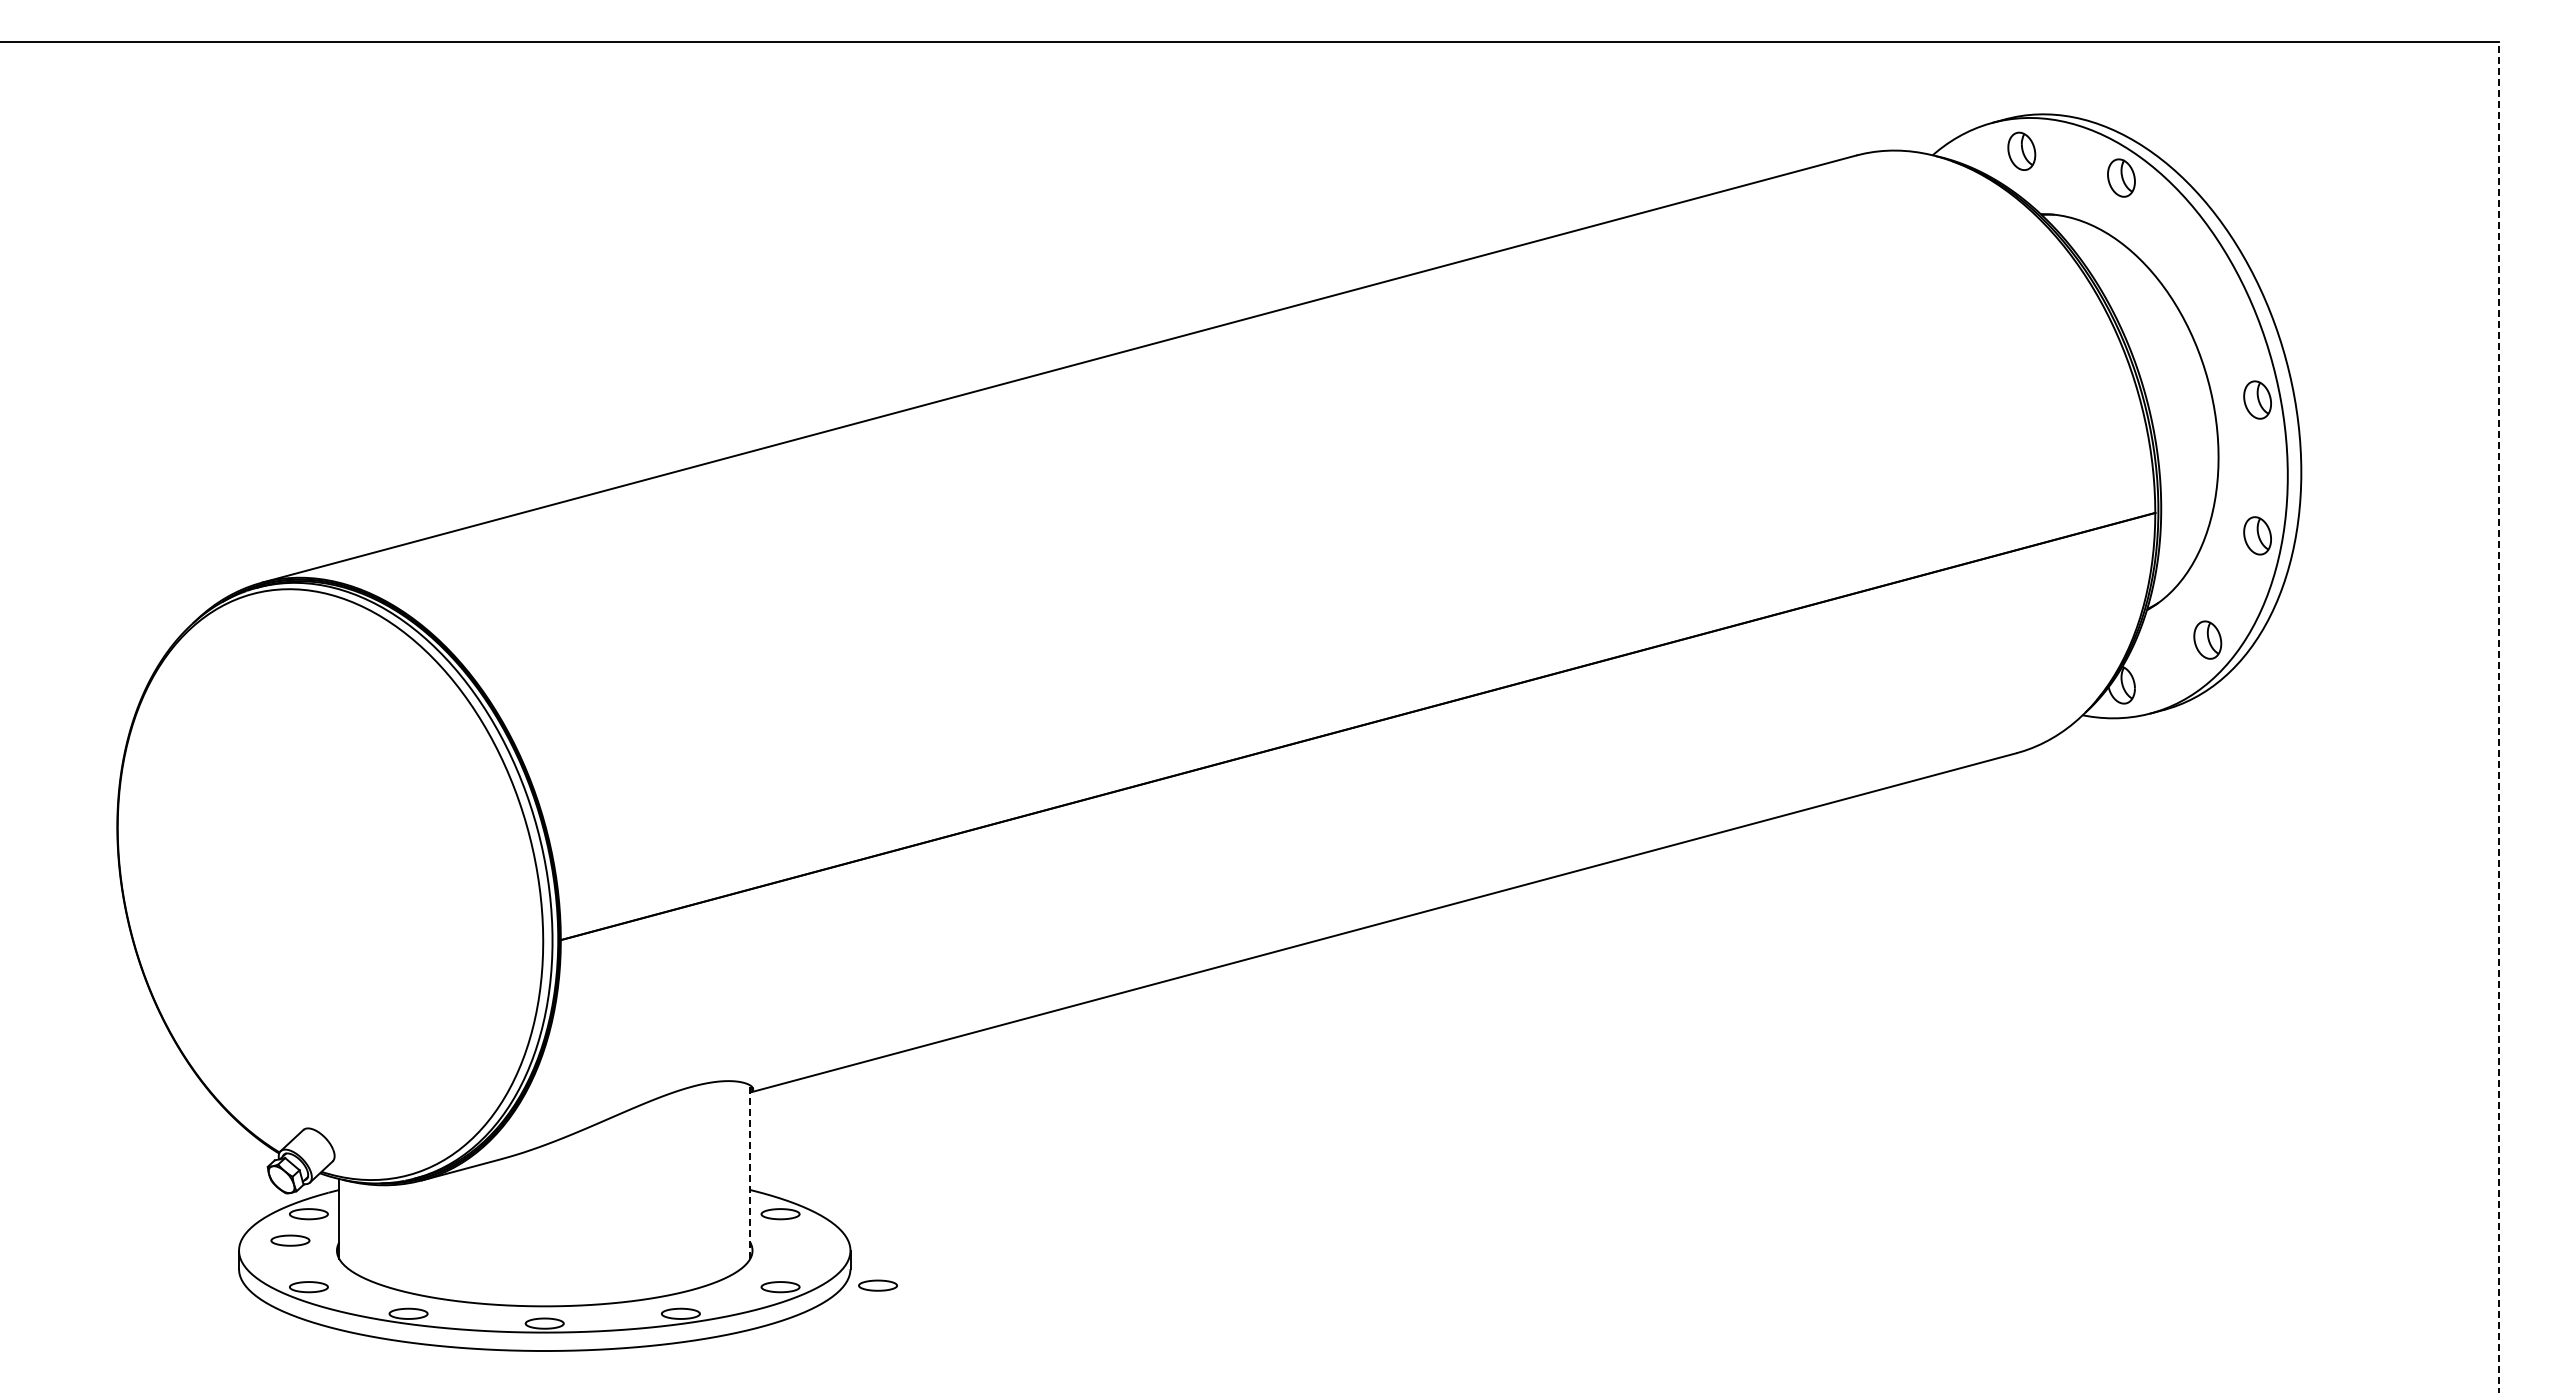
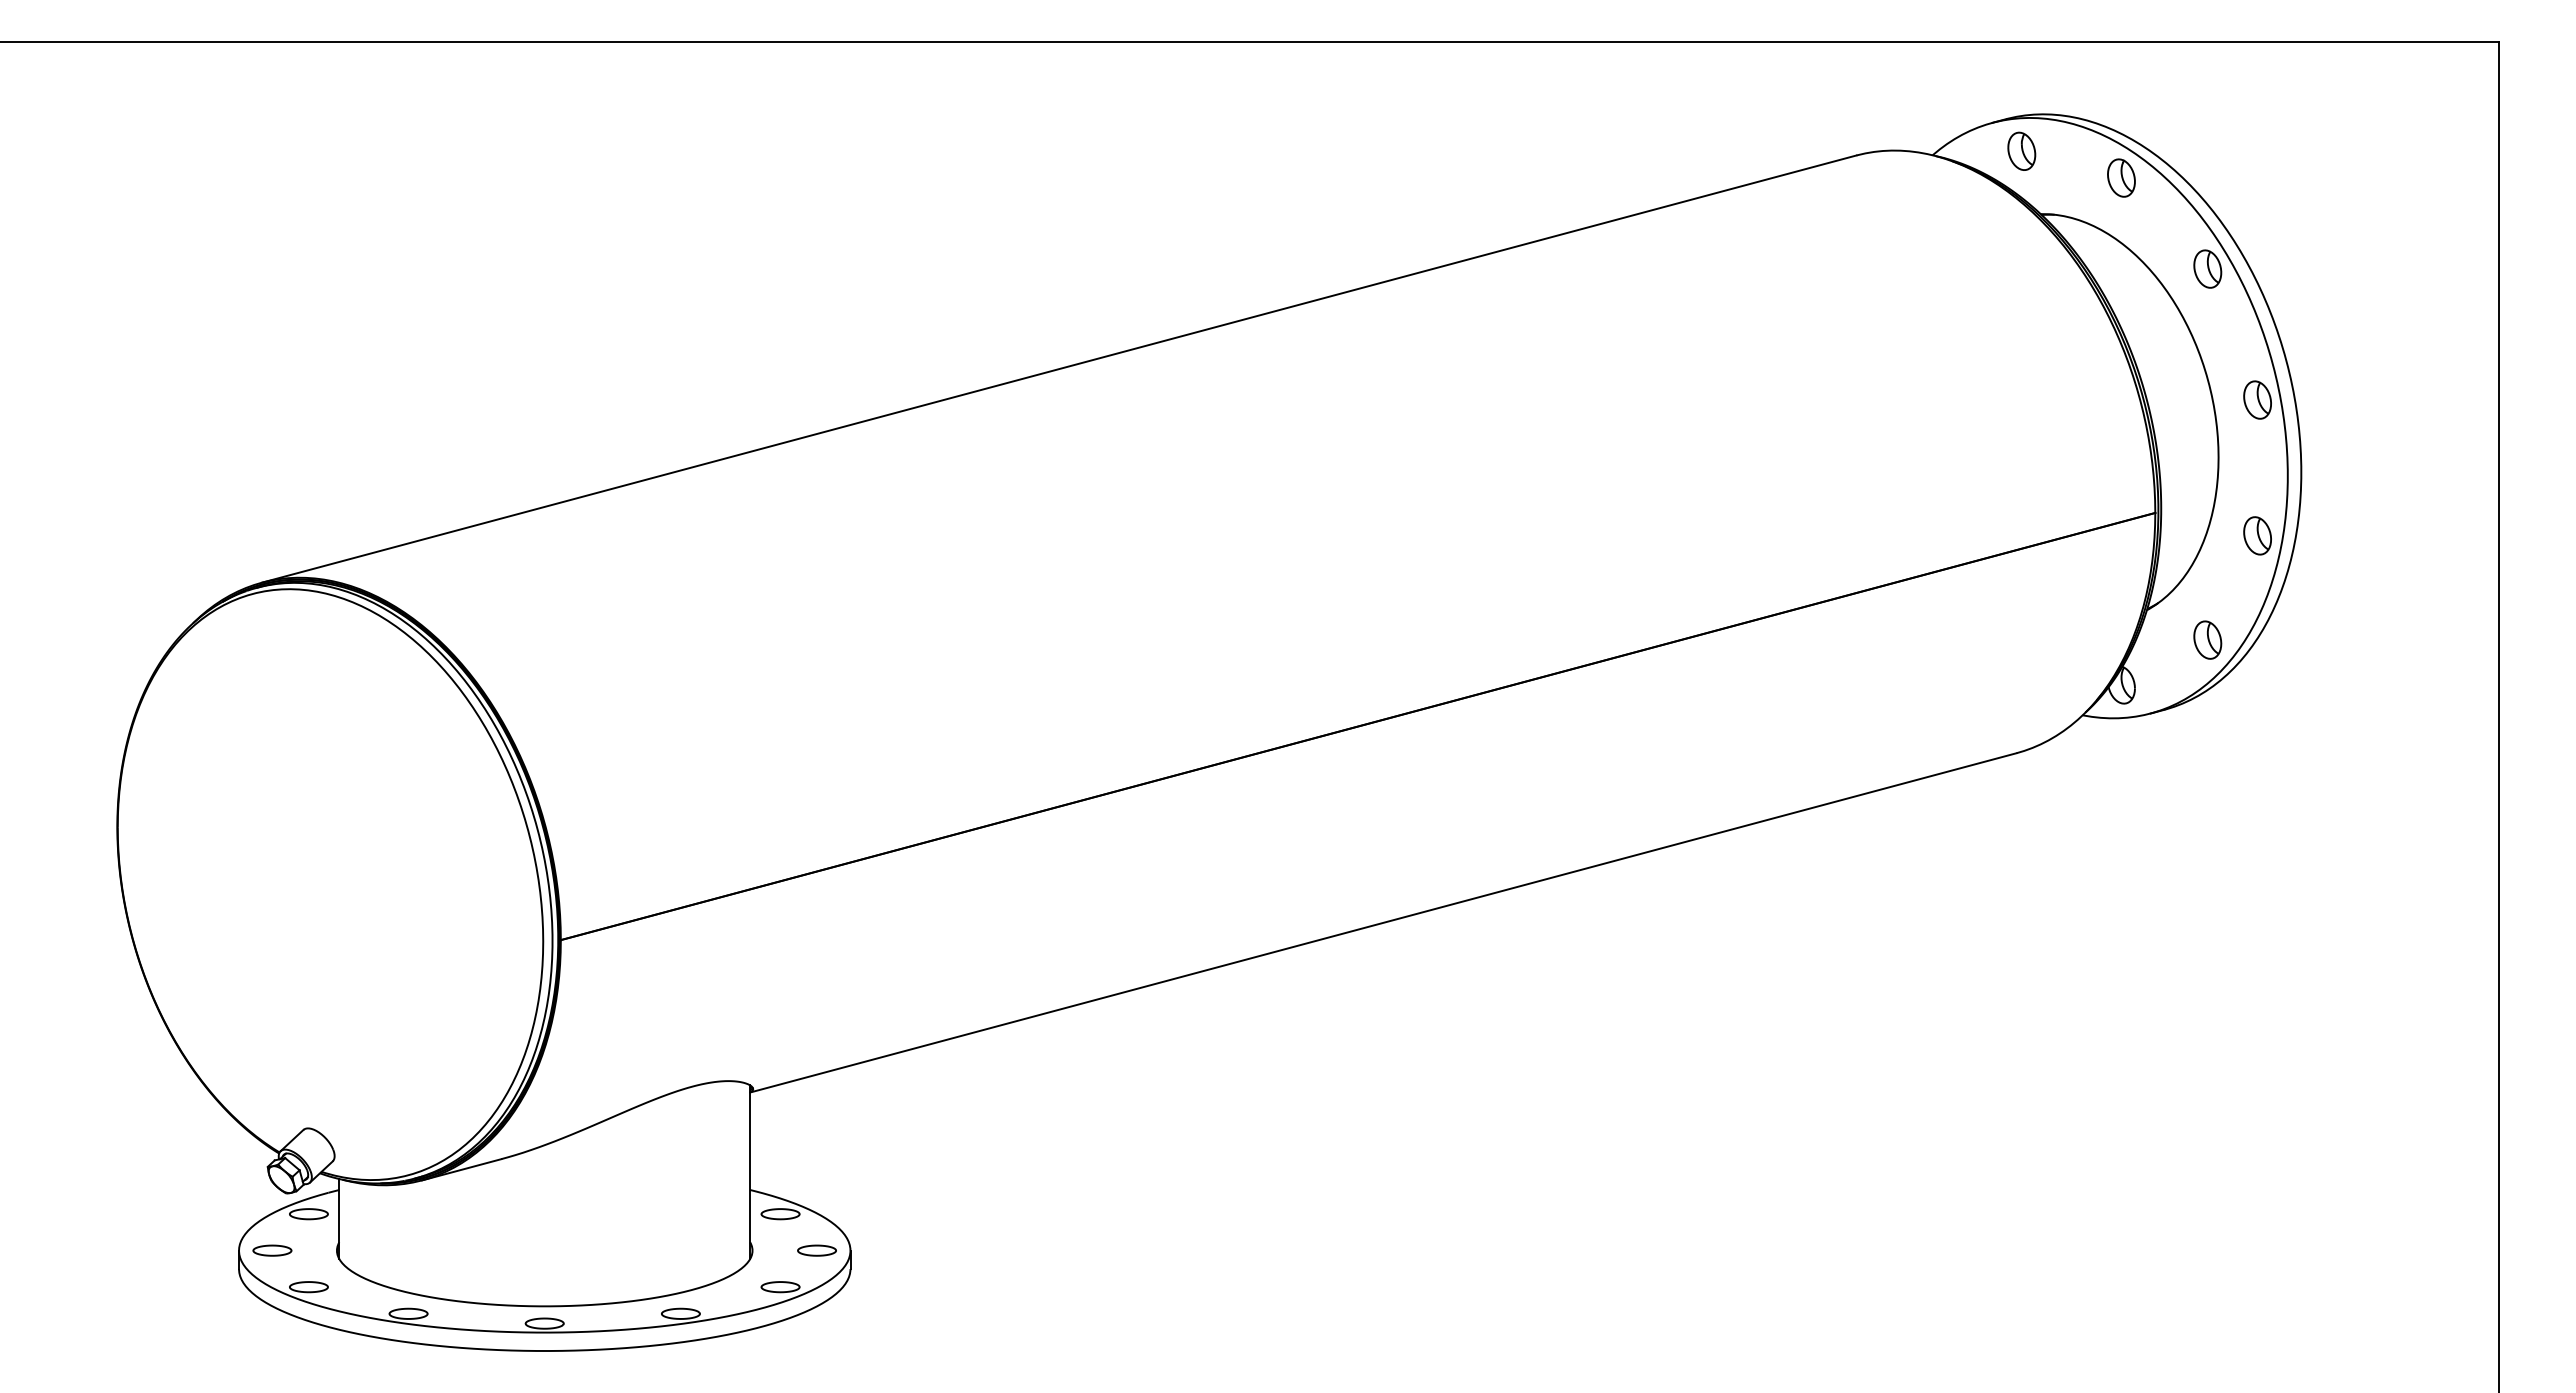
part at (2207, 268): none -> present
line at (2498, 716): dashed -> solid
line at (750, 1172): dashed -> solid
part at (290, 1240) position: (290, 1240) -> (272, 1250)
part at (877, 1285) position: (877, 1285) -> (816, 1250)
